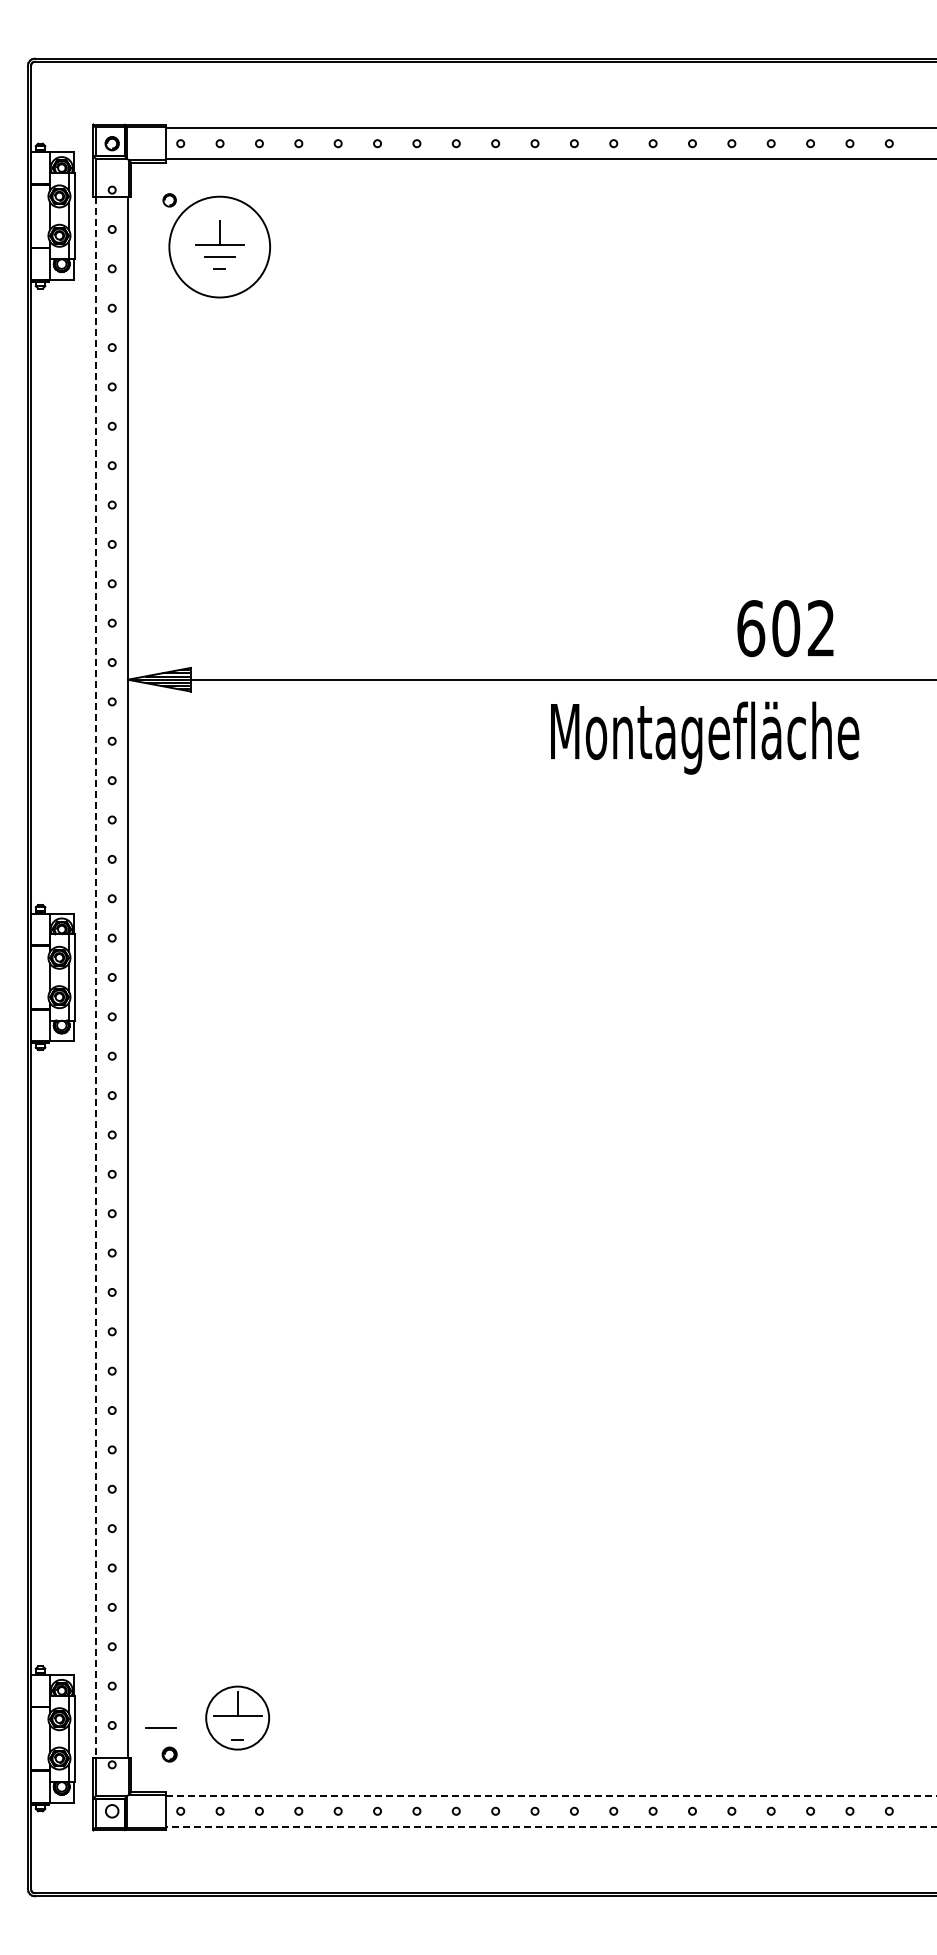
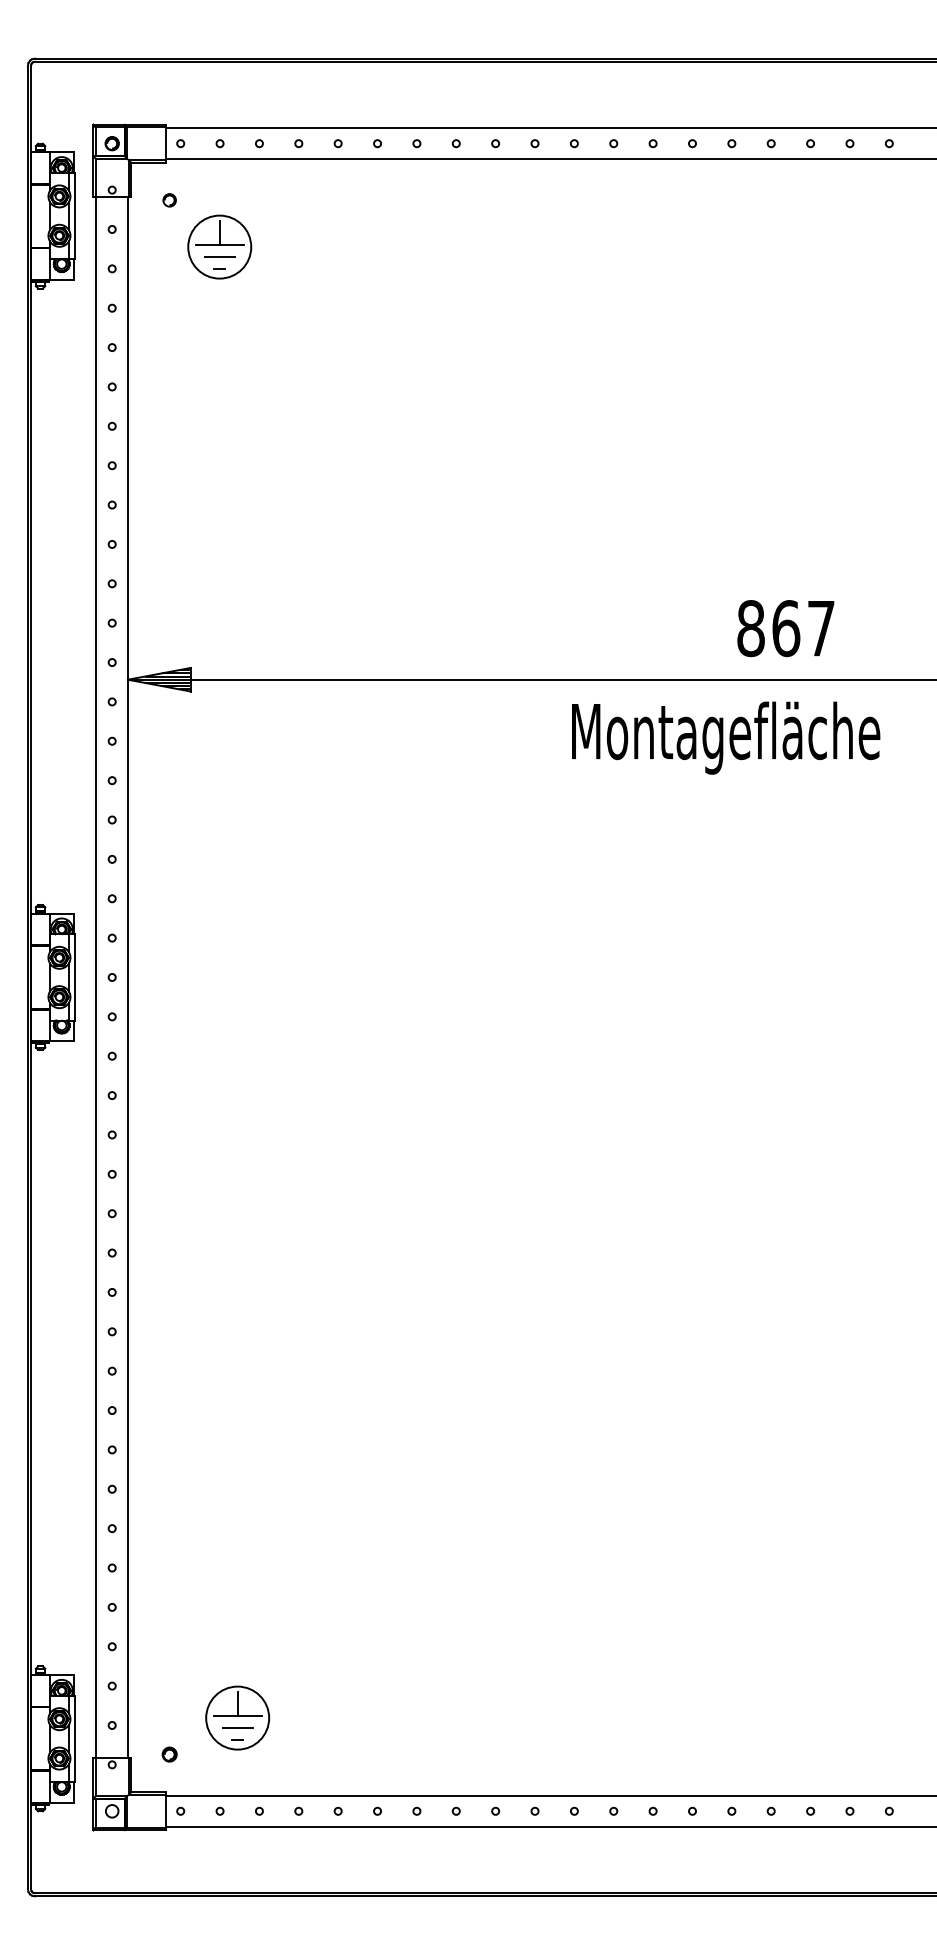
circle at (219, 246) diameter: 101 px -> 63 px
text at (785, 628): 602 -> 867
text at (705, 737) position: (705, 737) -> (726, 737)
line at (96, 977): dashed -> solid
line at (160, 1727) position: (160, 1727) -> (237, 1727)
line at (551, 1795): dashed -> solid
line at (550, 1827): dashed -> solid
